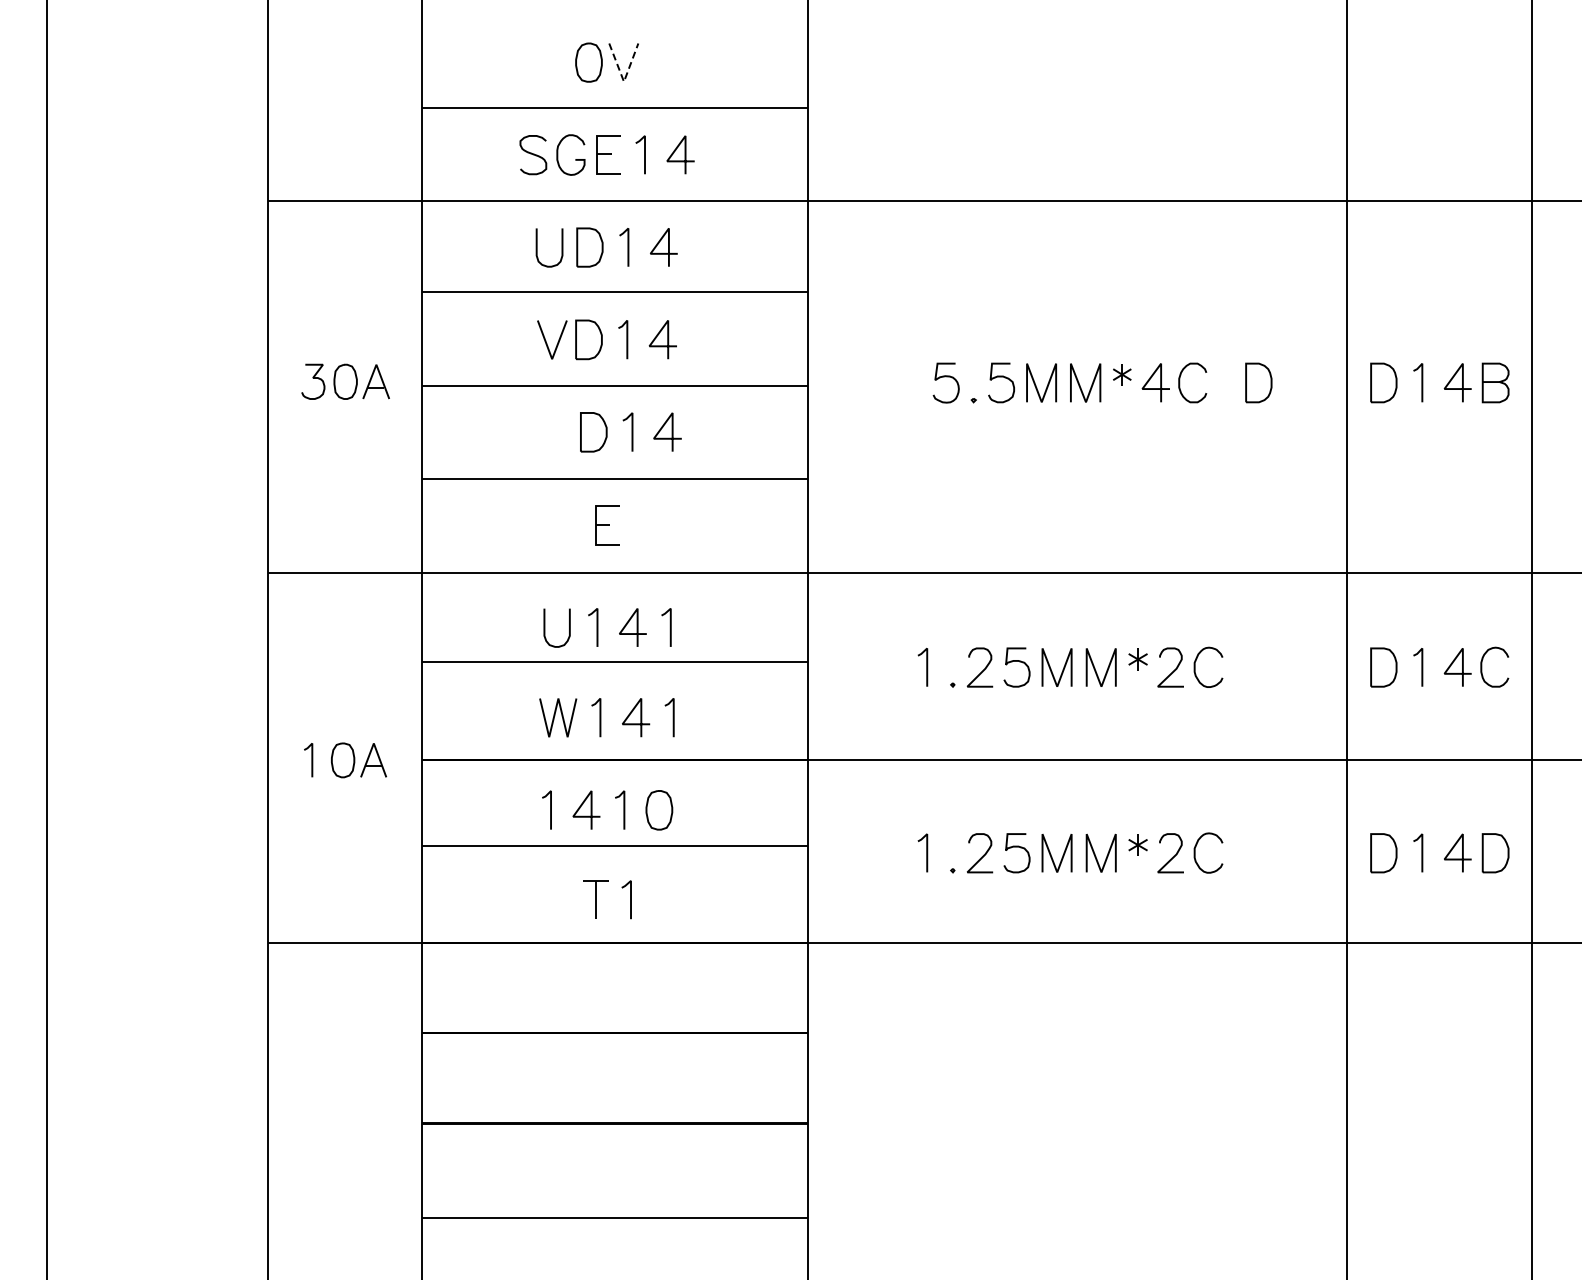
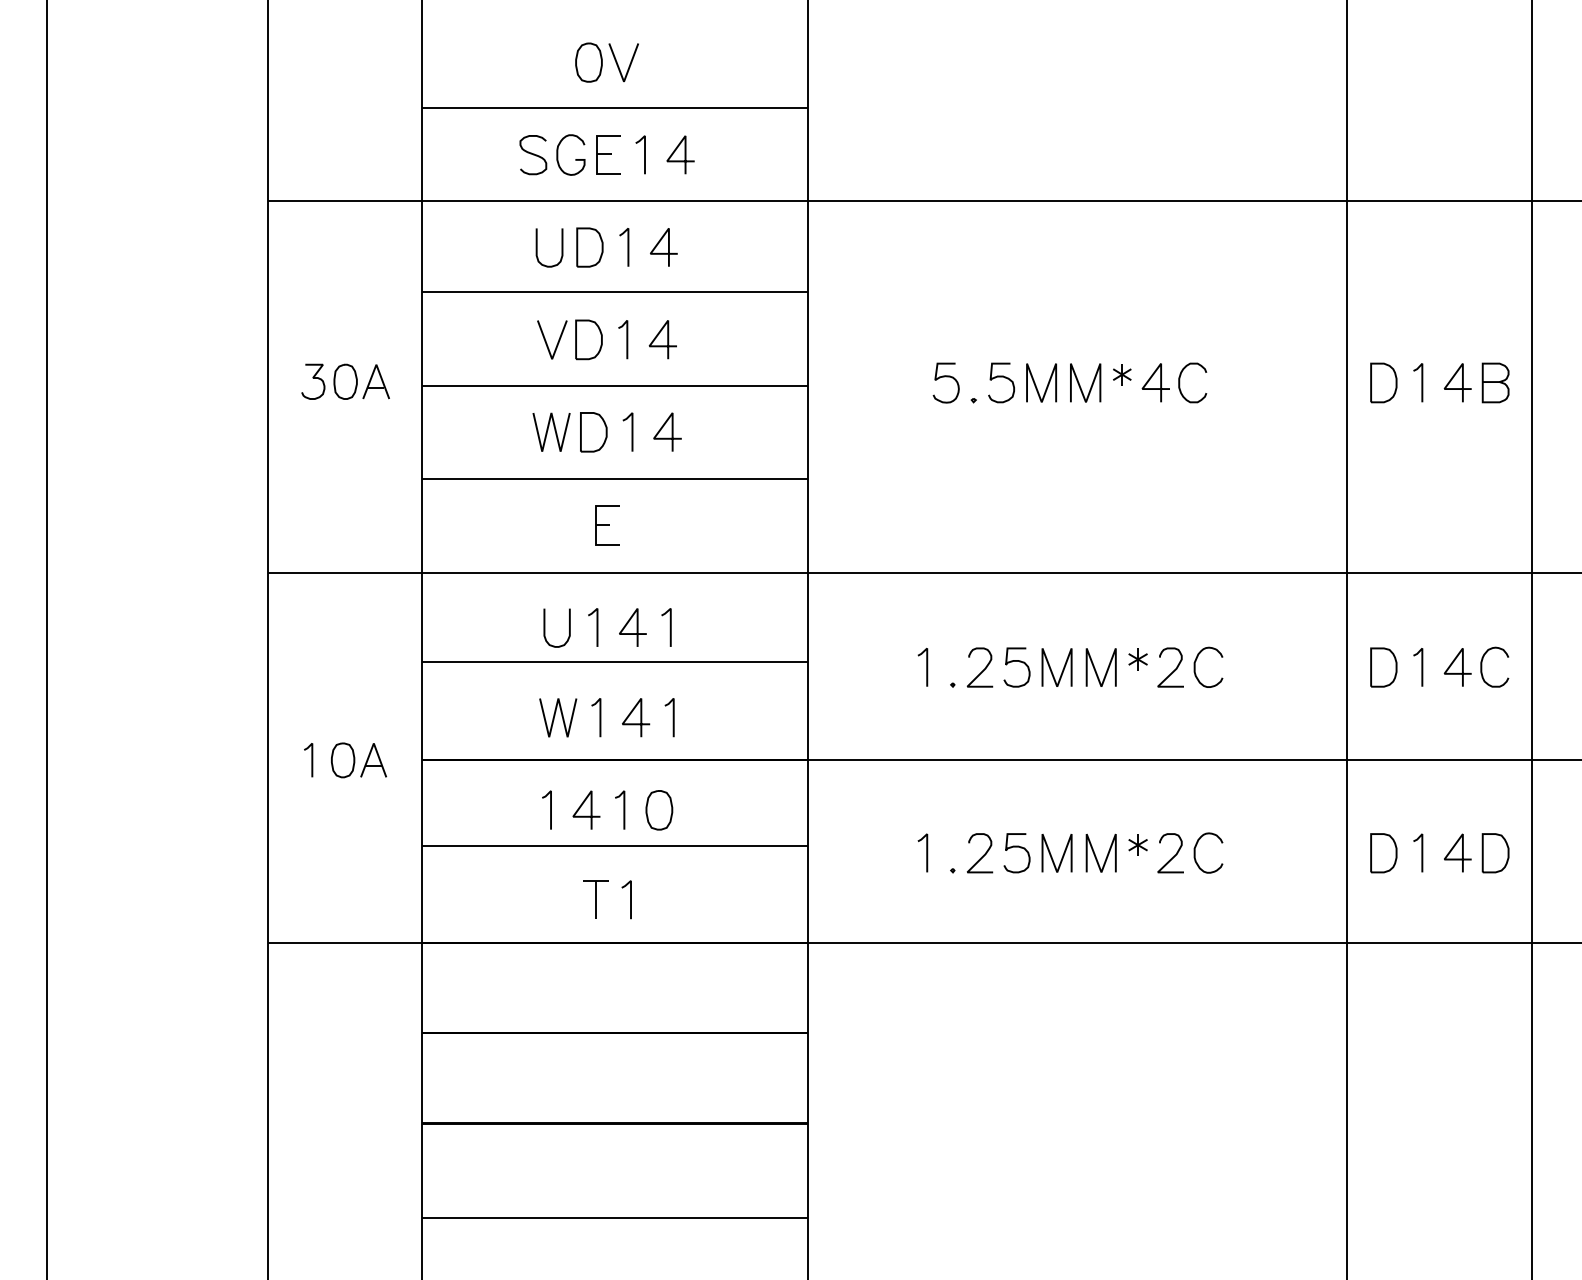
line at (624, 81): dashed -> solid
part at (1258, 382): present -> none
line at (554, 431): none -> present
